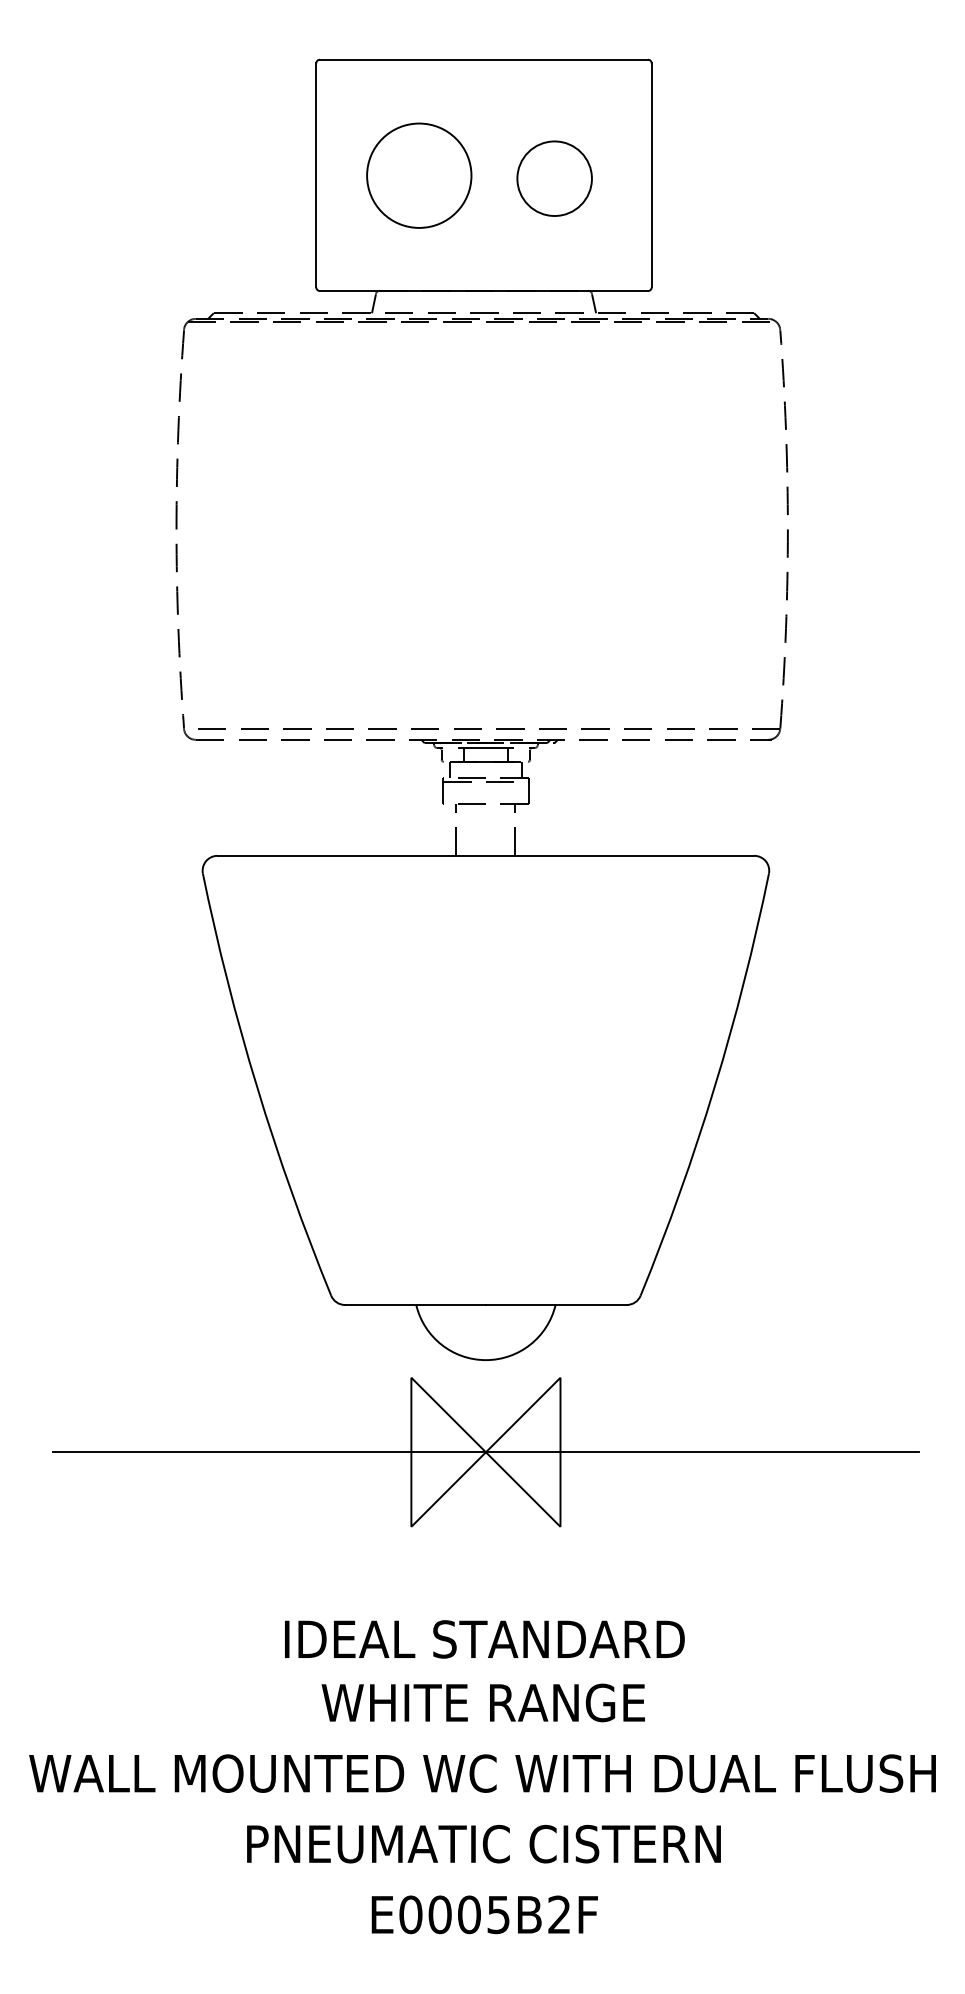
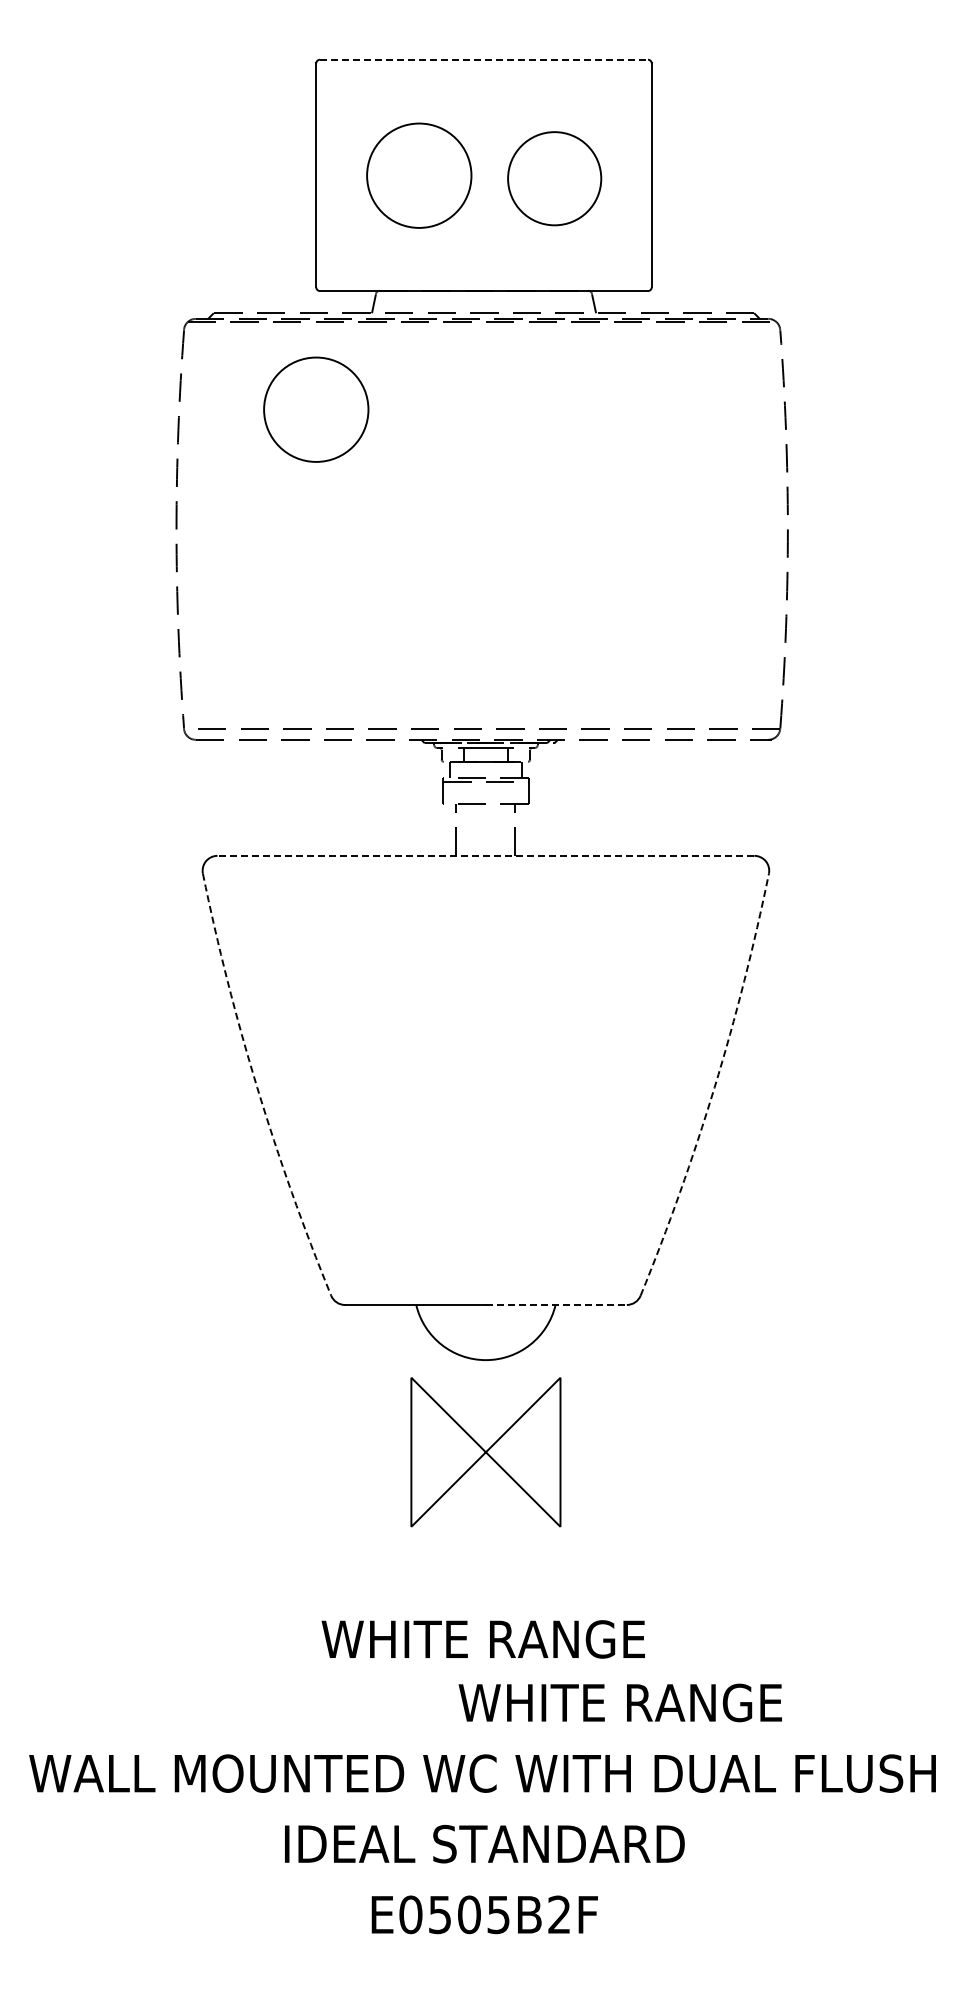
line at (484, 59): solid -> dashed
circle at (554, 178) diameter: 75 px -> 93 px
circle at (316, 409): none -> present
line at (485, 855): solid -> dashed
arc at (257, 1087): solid -> dashed
arc at (714, 1087): solid -> dashed
line at (556, 1304): solid -> dashed
line at (485, 1452): present -> none
text at (484, 1639): IDEAL STANDARD -> WHITE RANGE
text at (482, 1702) position: (482, 1702) -> (619, 1702)
text at (483, 1843): PNEUMATIC CISTERN -> IDEAL STANDARD
text at (439, 1914): E0005B2F -> E0505B2F
